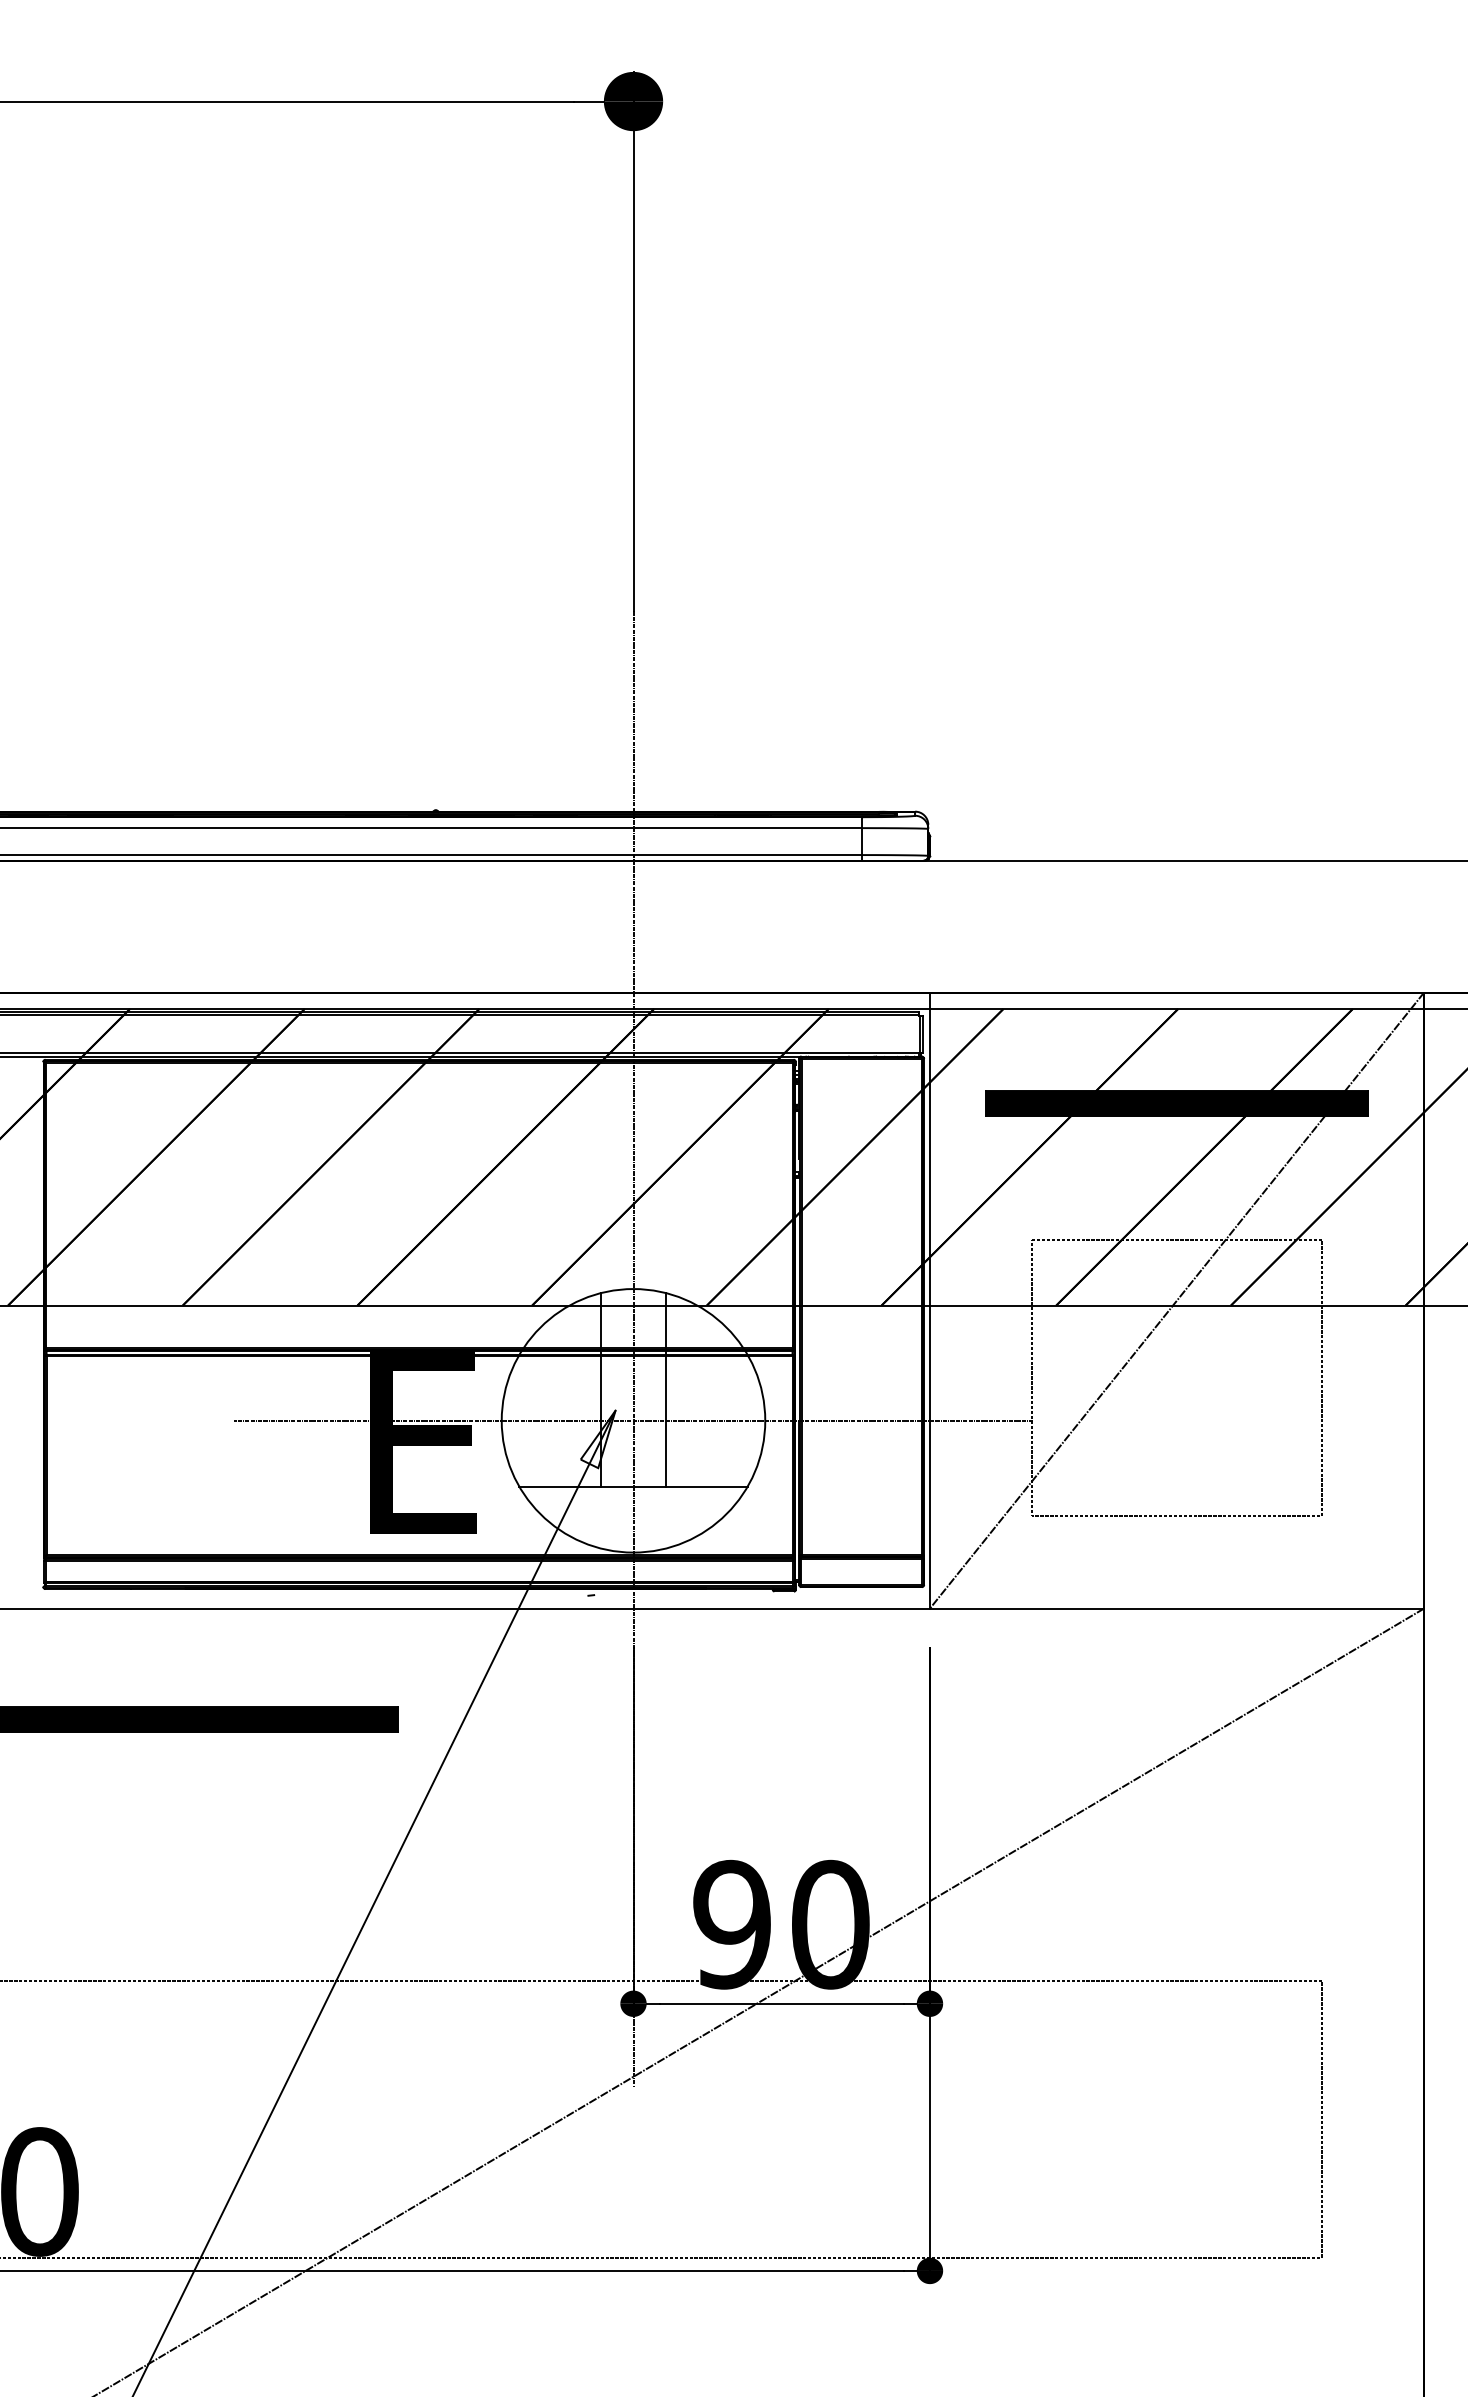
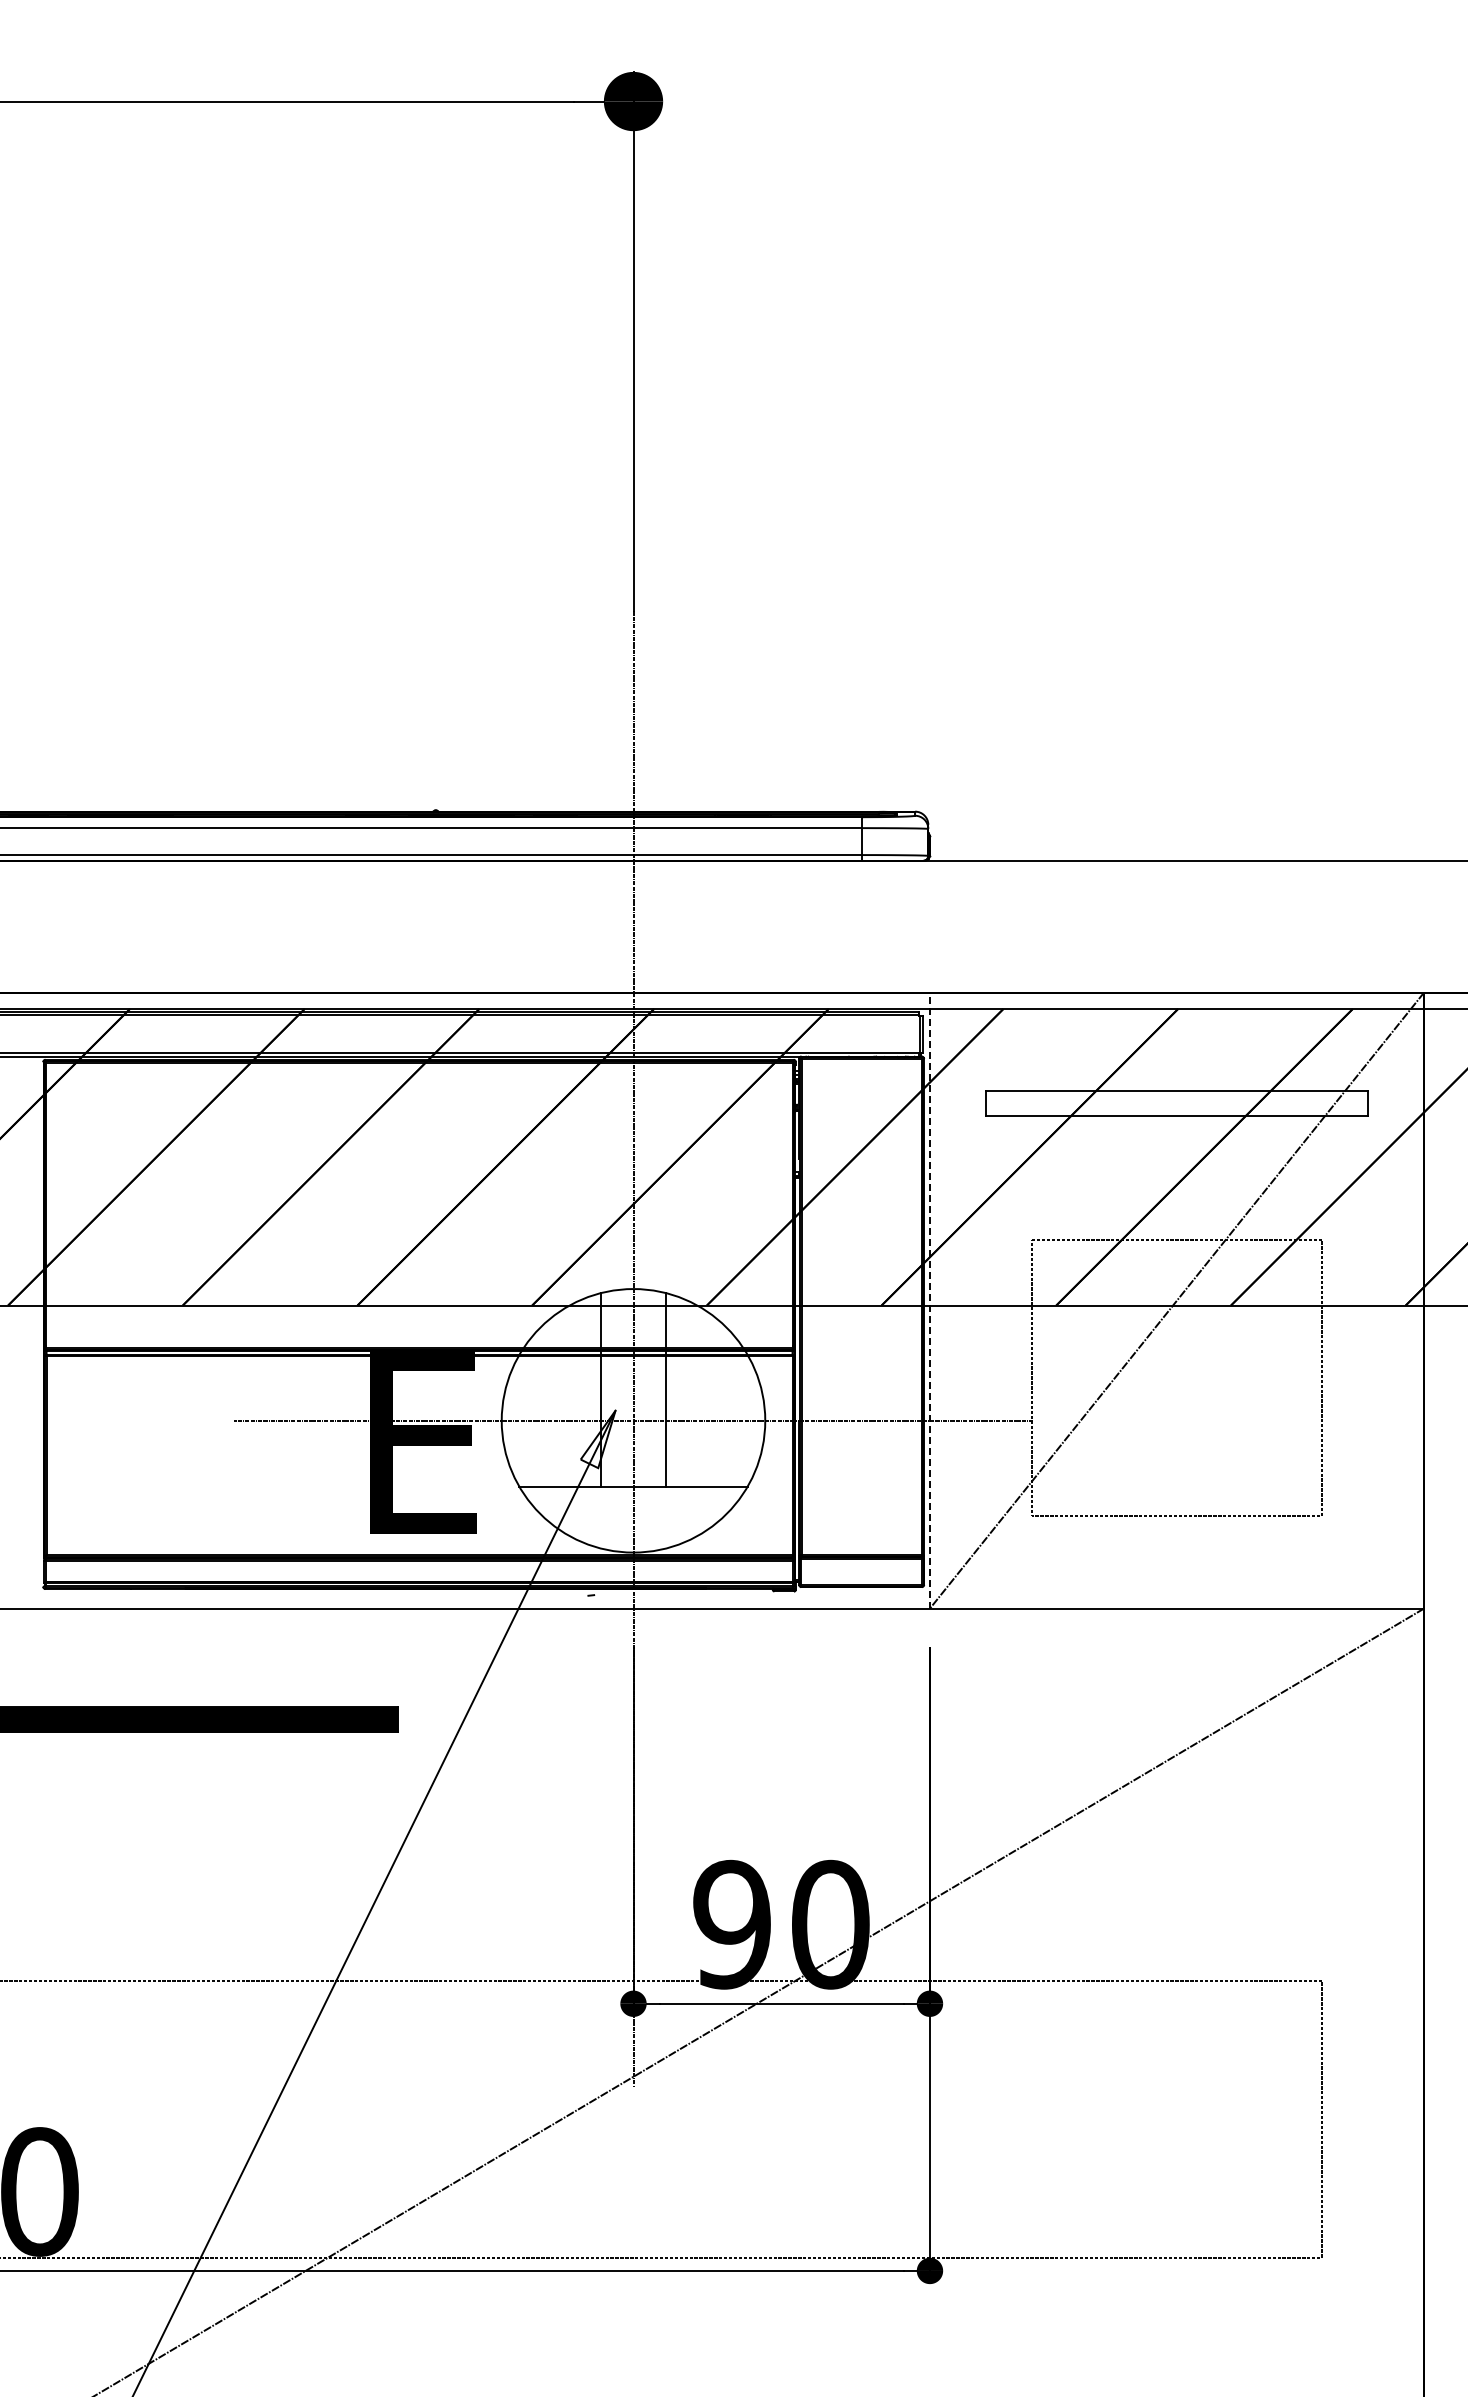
hatch at (1176, 1103): present -> none
line at (929, 1300): solid -> dashed
